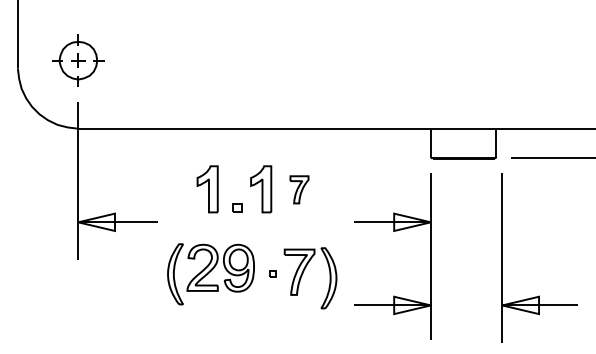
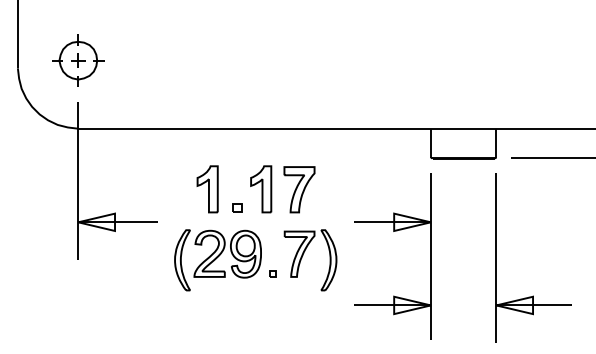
part at (299, 189) size: 21x30 px -> 33x48 px
part at (502, 257) position: (502, 257) -> (496, 257)
part at (210, 274) position: (210, 274) -> (217, 260)
part at (302, 276) position: (302, 276) -> (302, 258)
